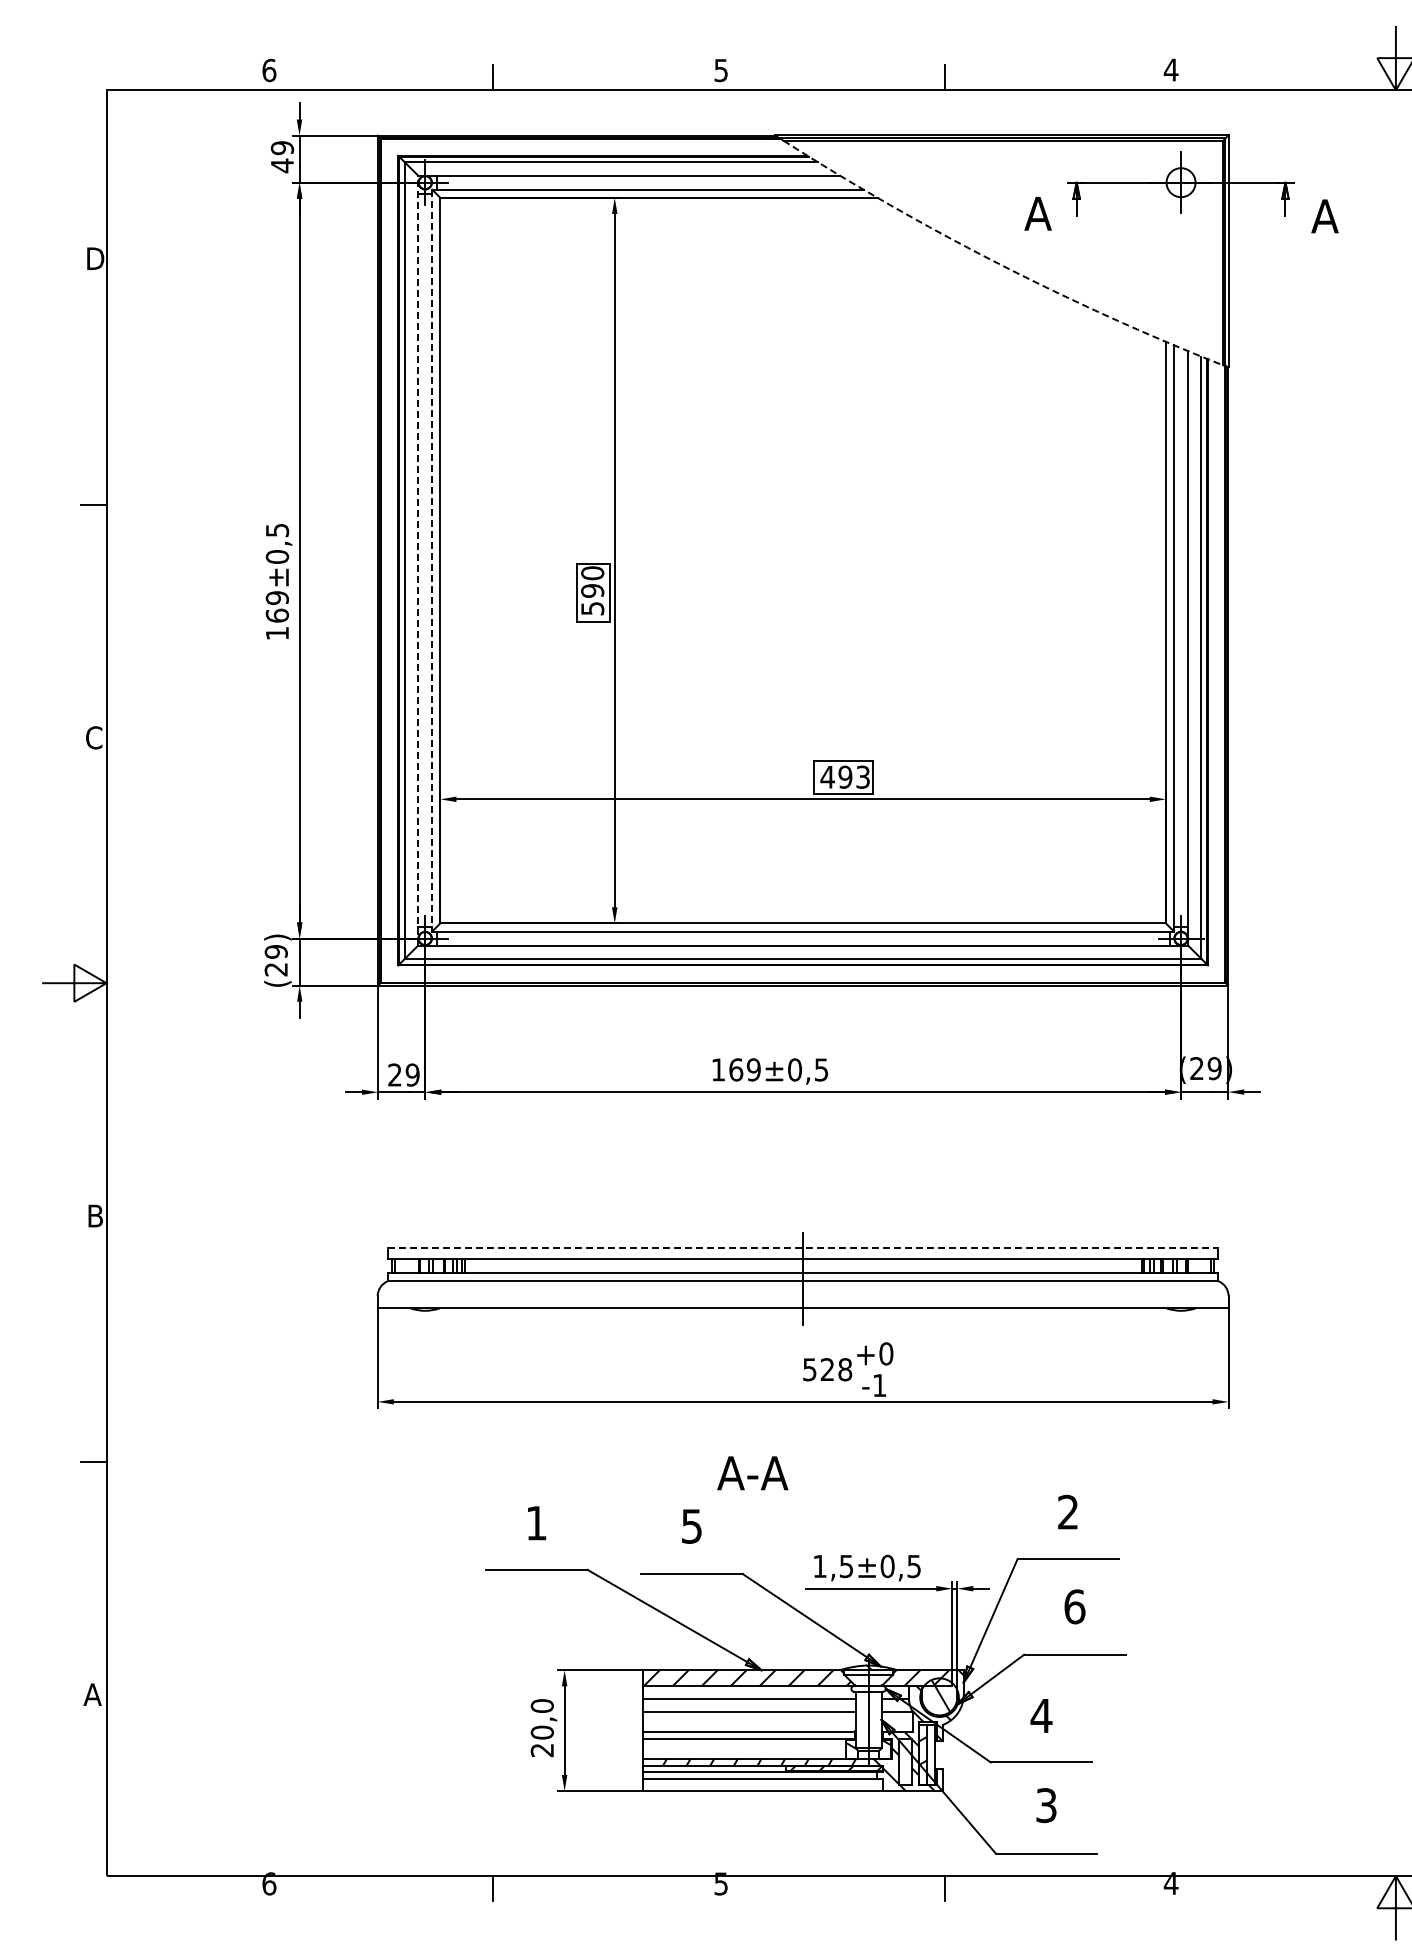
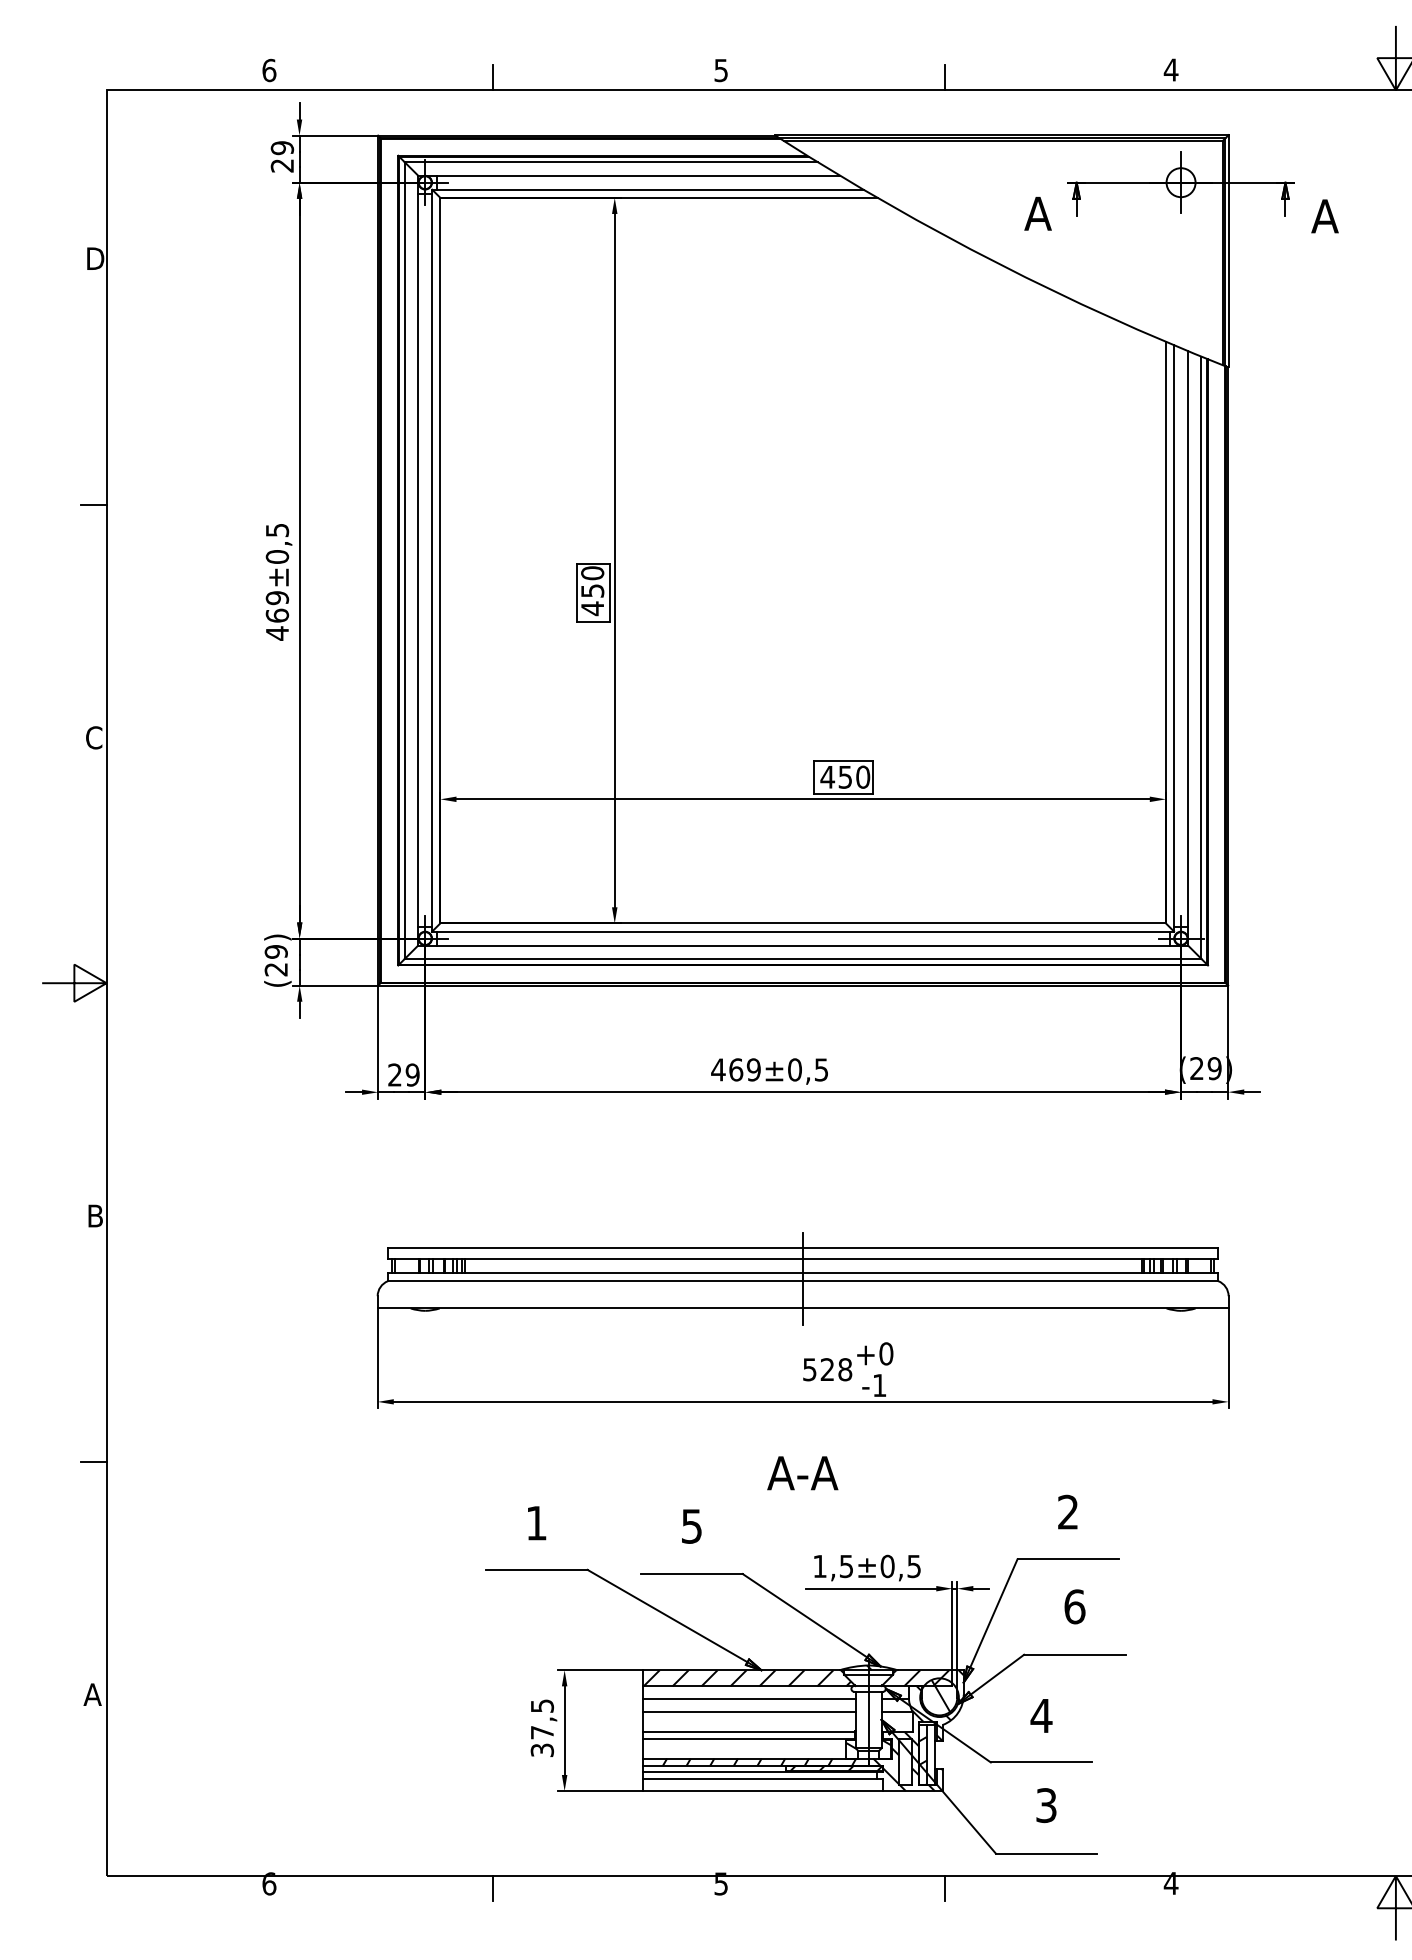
text at (281, 165): 49 -> 29
arc at (998, 263): dashed -> solid
line at (418, 560): dashed -> solid
line at (432, 560): dashed -> solid
text at (592, 600): 590 -> 450
text at (277, 633): 169 -> 469
text at (854, 776): 493 -> 450
text at (718, 1069): 169 -> 469
line at (803, 1248): dashed -> solid
text at (752, 1473) position: (752, 1473) -> (802, 1473)
text at (542, 1728): 20,0 -> 37,5
